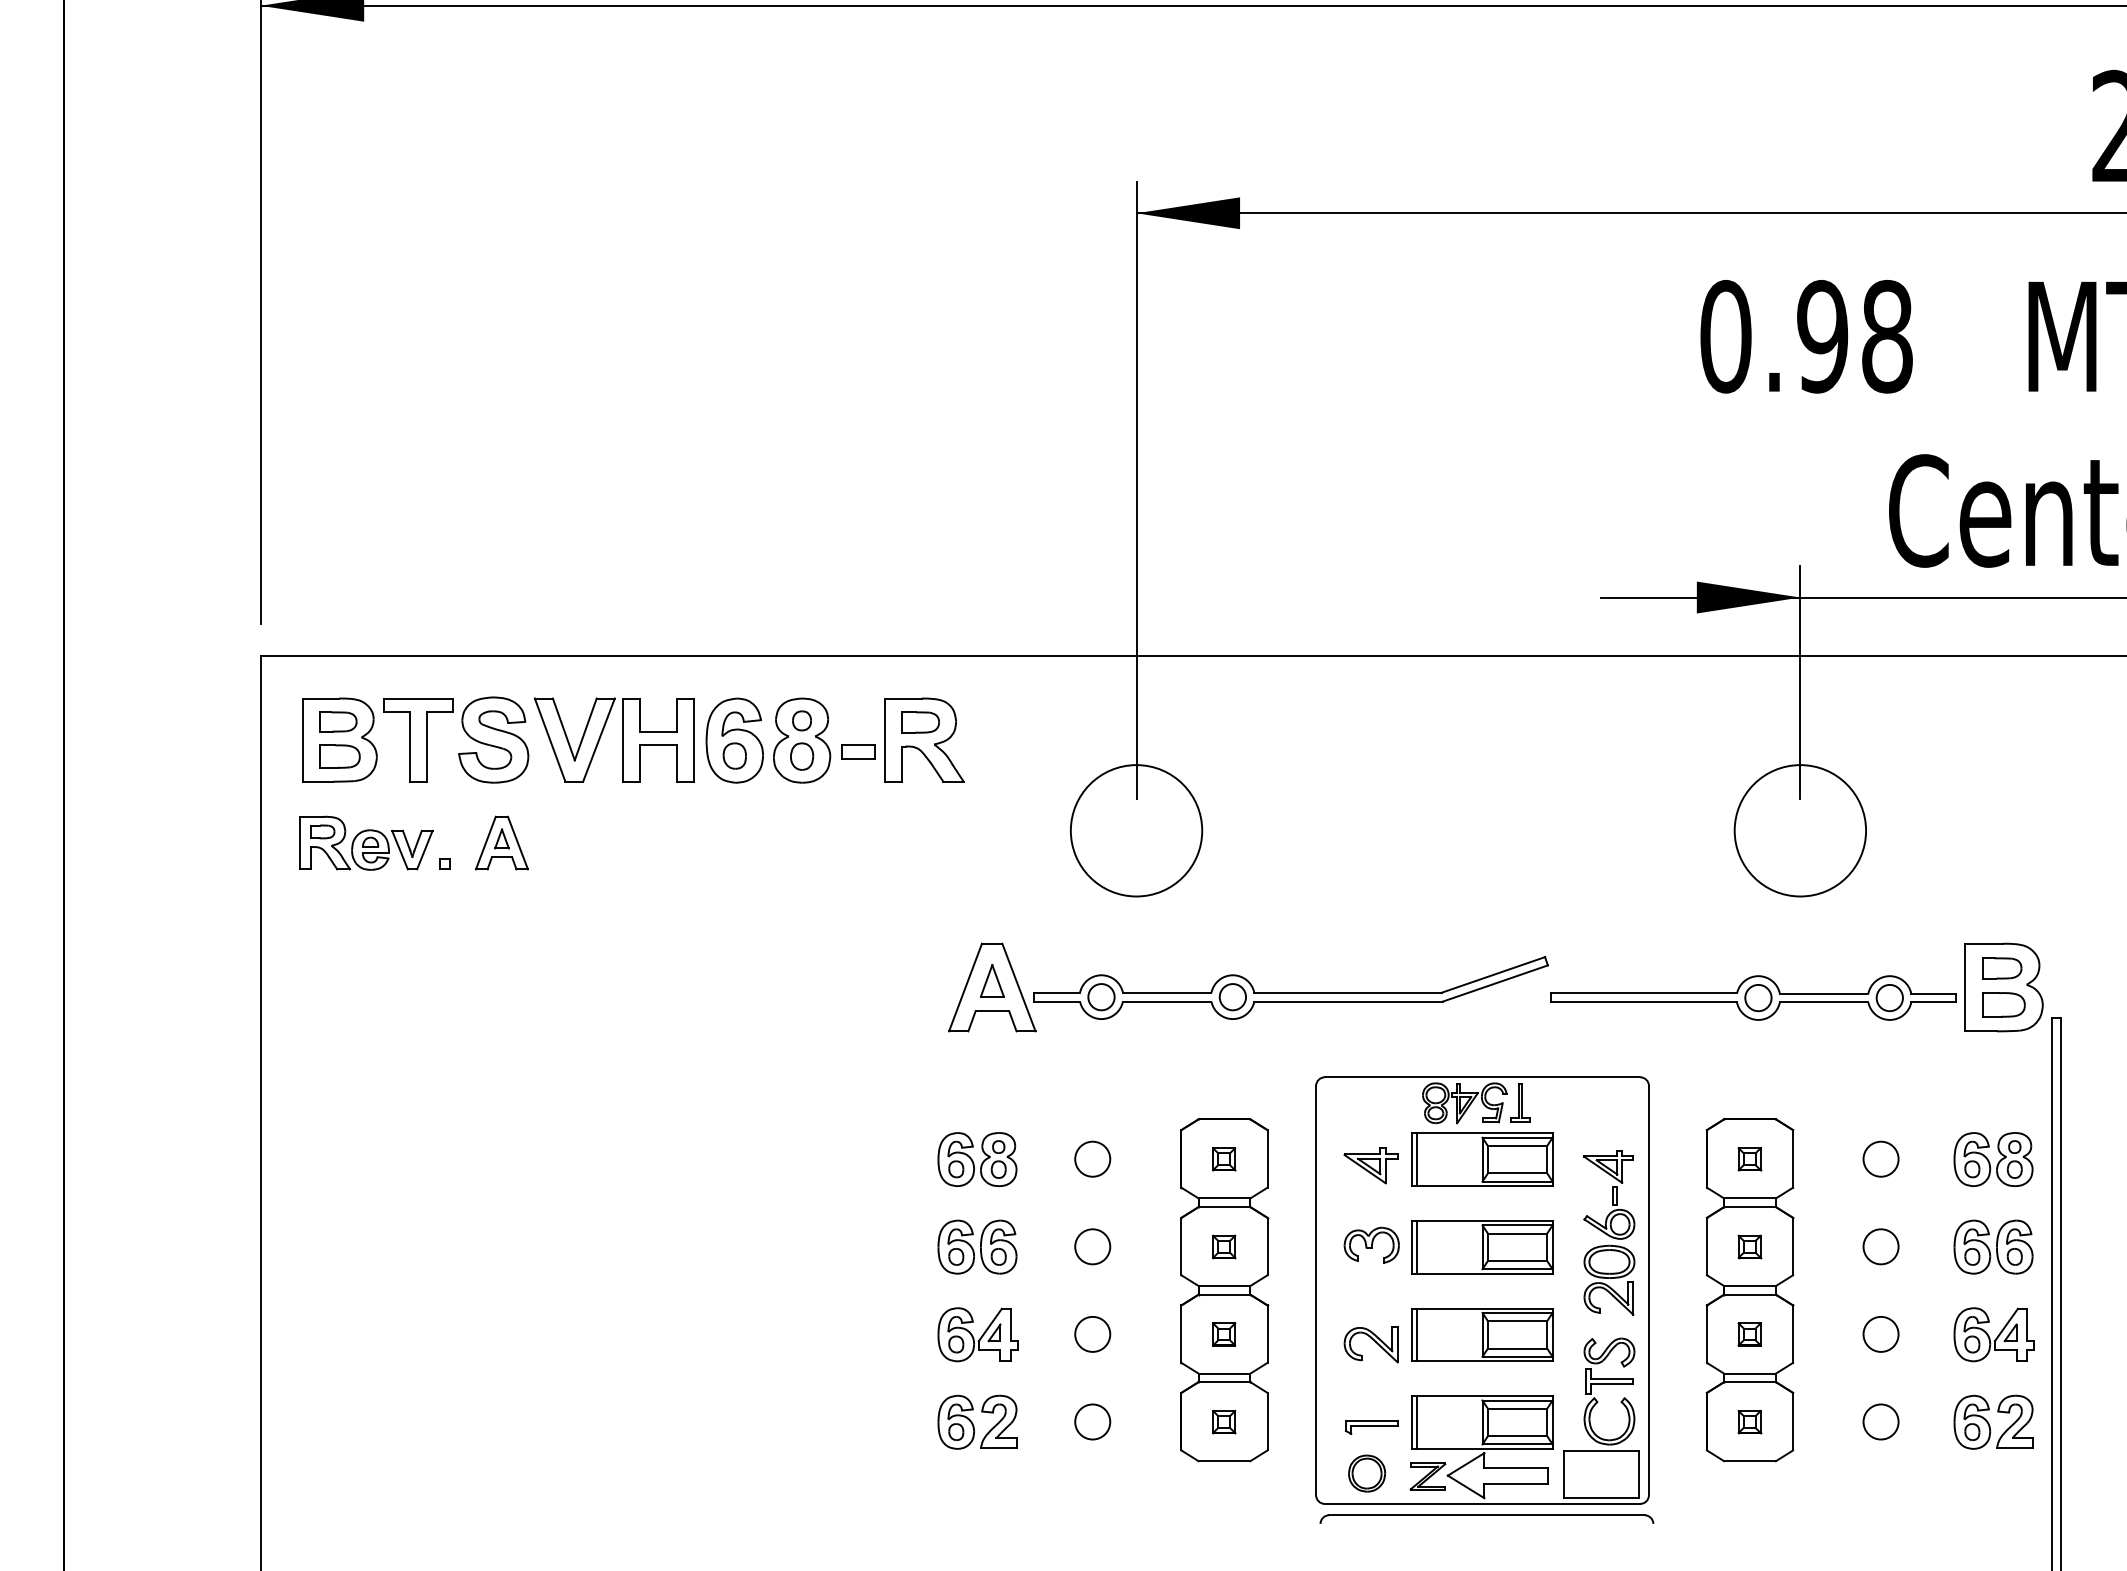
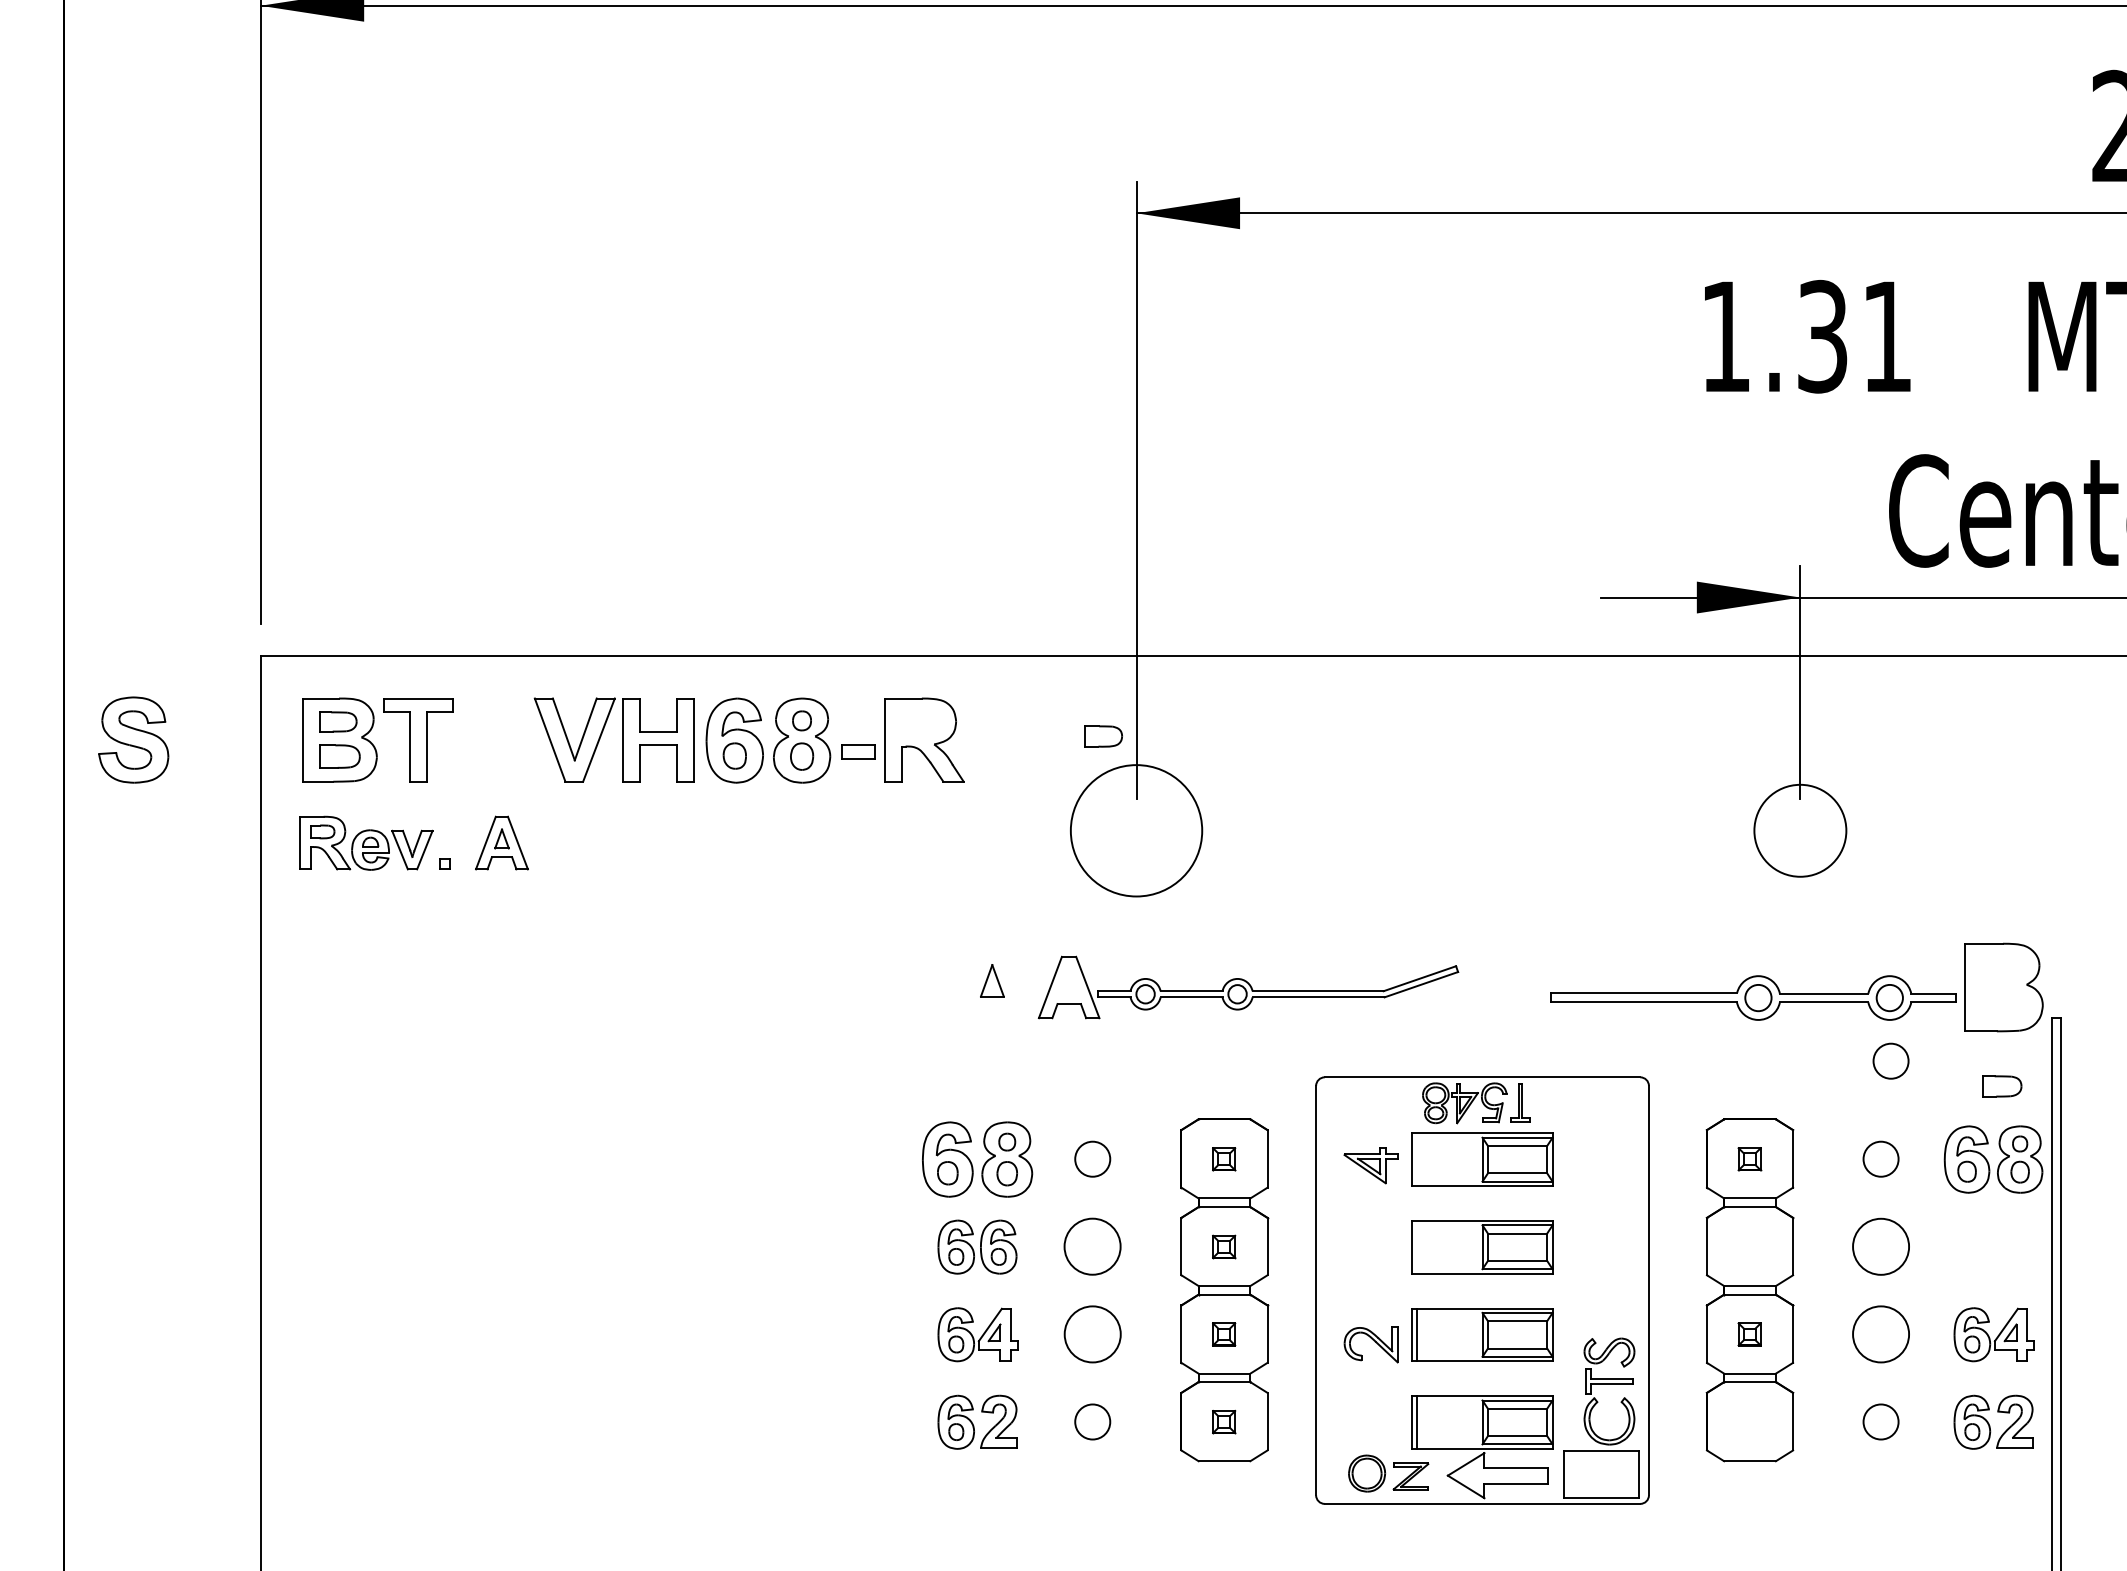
text at (1806, 336): 0.98 -> 1.31
part at (920, 722) position: (920, 722) -> (1103, 736)
part at (493, 739) position: (493, 739) -> (133, 739)
circle at (1800, 830) diameter: 131 px -> 92 px
part at (2002, 968) position: (2002, 968) -> (2002, 1086)
part at (1248, 987) size: 601x91 px -> 423x65 px
part at (2003, 1004): present -> none
circle at (1890, 1060): none -> present
part at (977, 1159) size: 81x55 px -> 112x77 px
line at (1416, 1159): present -> none
part at (1993, 1159) size: 81x55 px -> 101x69 px
part at (1609, 1232): present -> none
part at (1371, 1244): present -> none
circle at (1092, 1246) size: 38x38 px -> 59x59 px
line at (1416, 1246): present -> none
part at (1749, 1246): present -> none
circle at (1880, 1246) diameter: 35 px -> 56 px
part at (1993, 1246): present -> none
circle at (1092, 1333) diameter: 35 px -> 56 px
circle at (1880, 1333) diameter: 35 px -> 56 px
part at (1749, 1421): present -> none
part at (1371, 1427): present -> none
part at (1427, 1476) position: (1427, 1476) -> (1410, 1476)
part at (1486, 1518): present -> none
